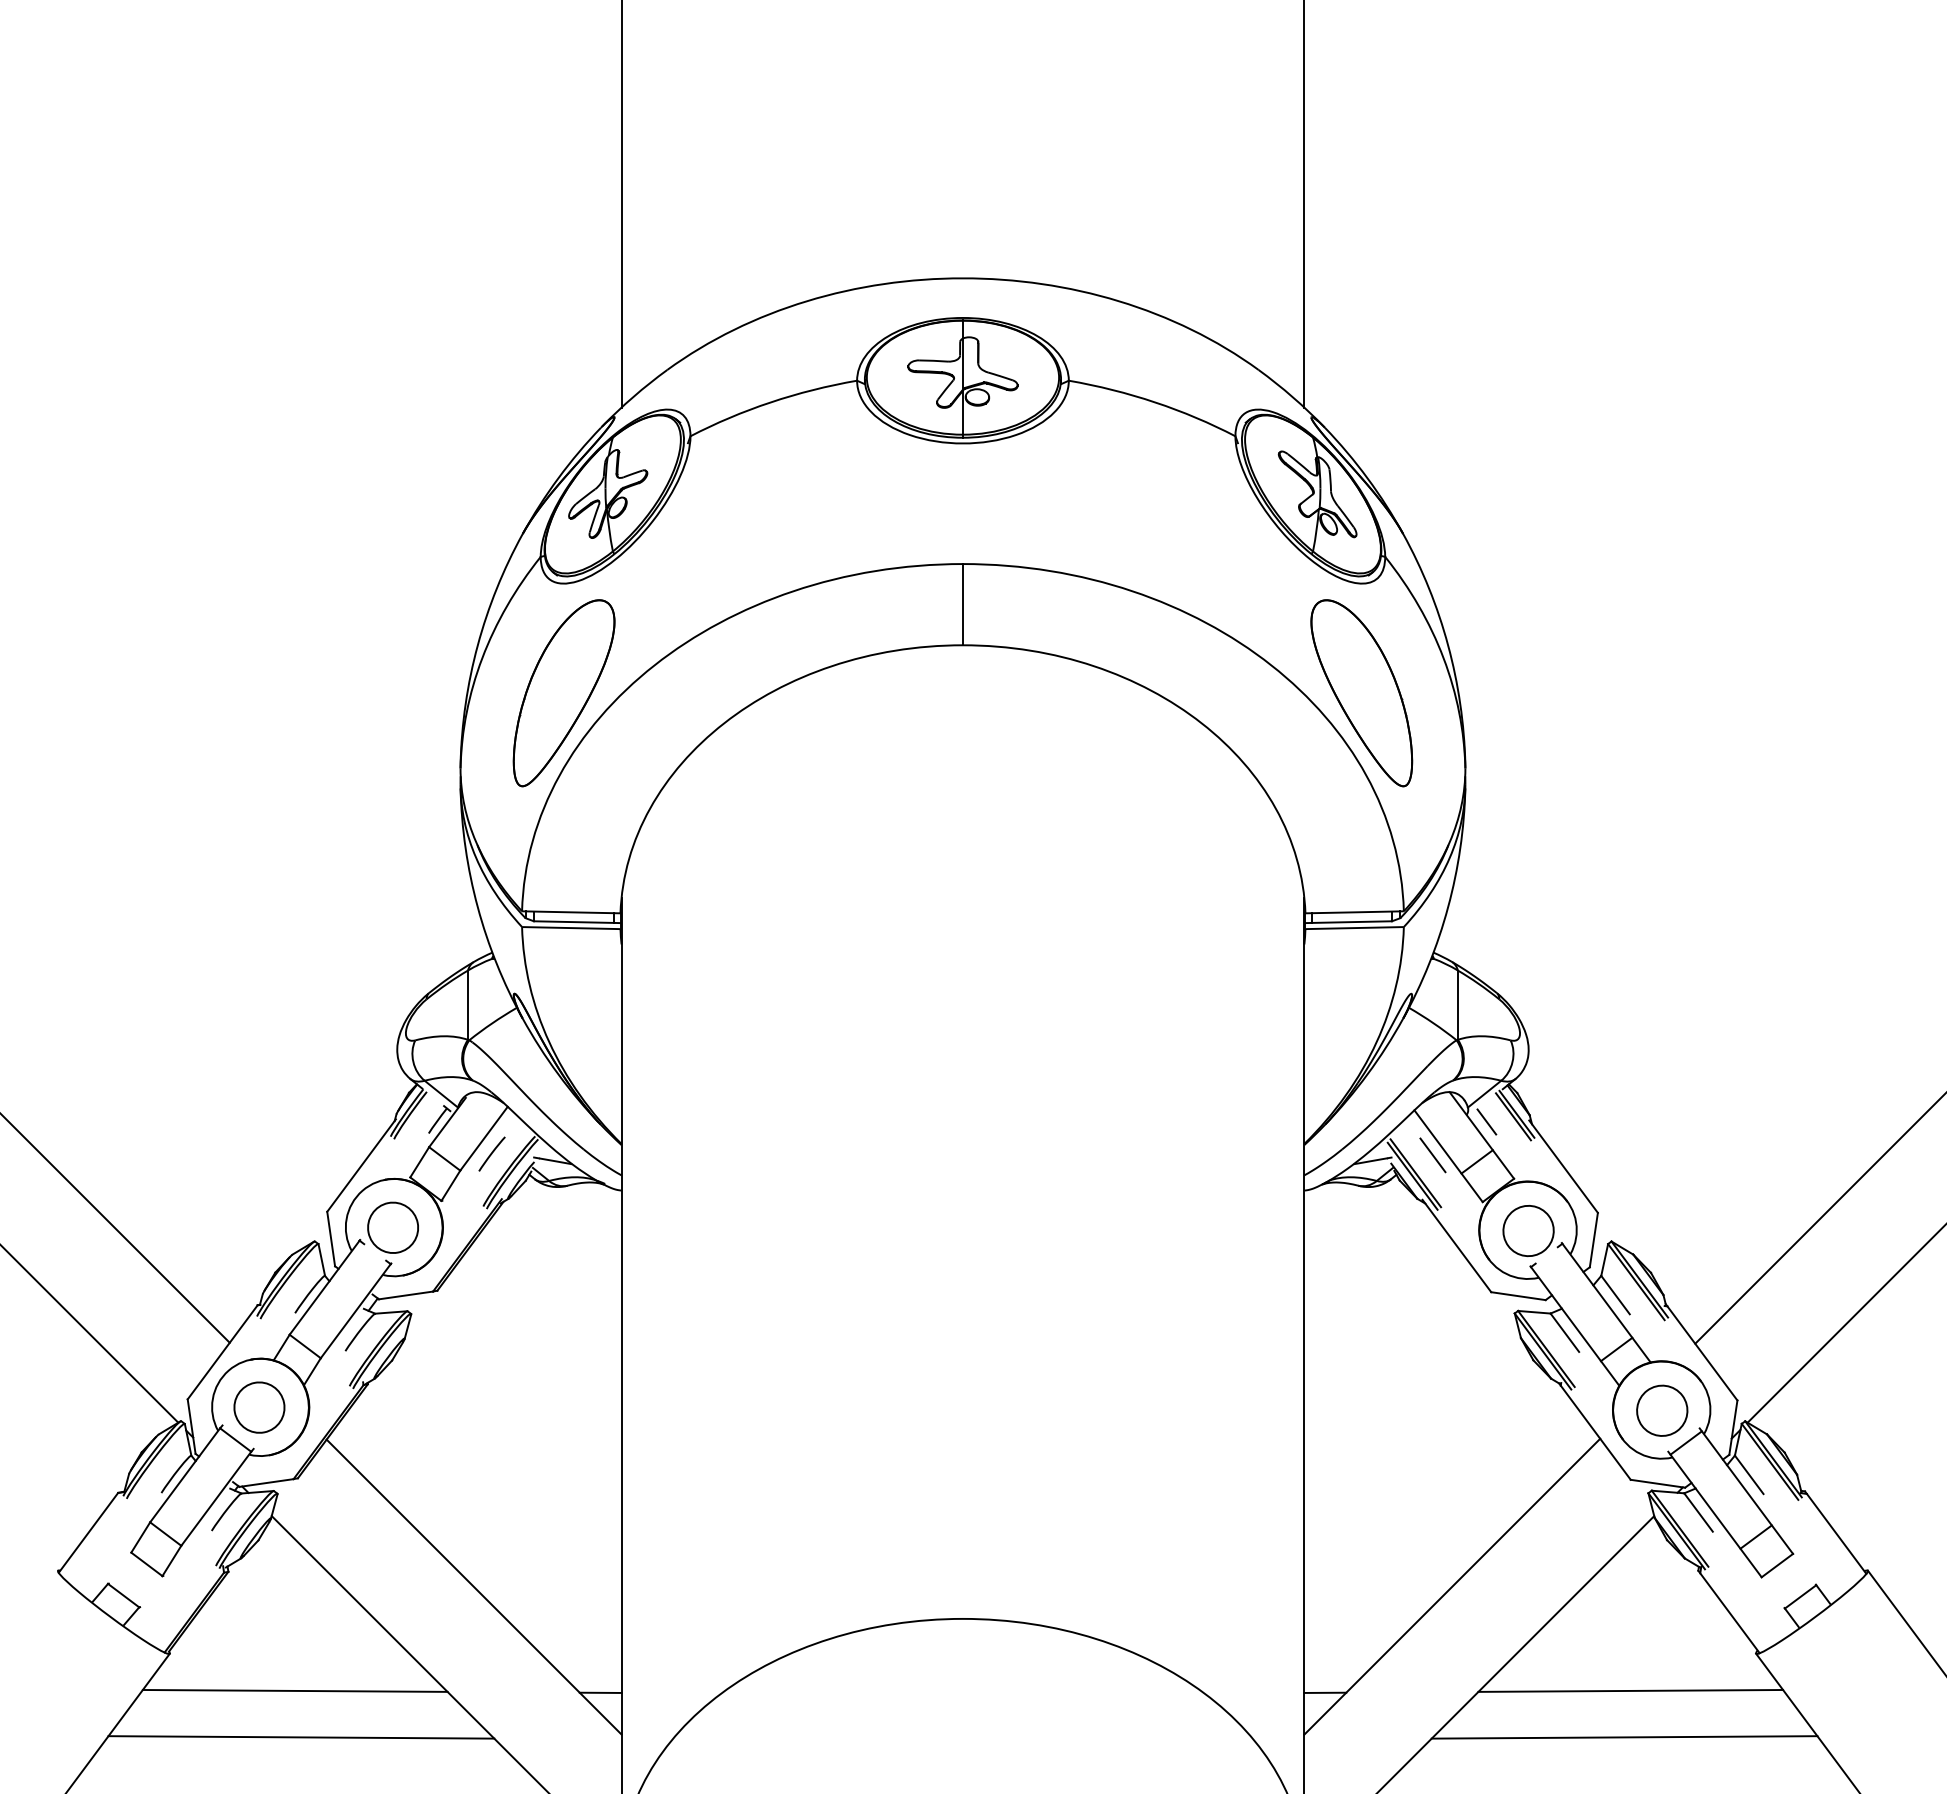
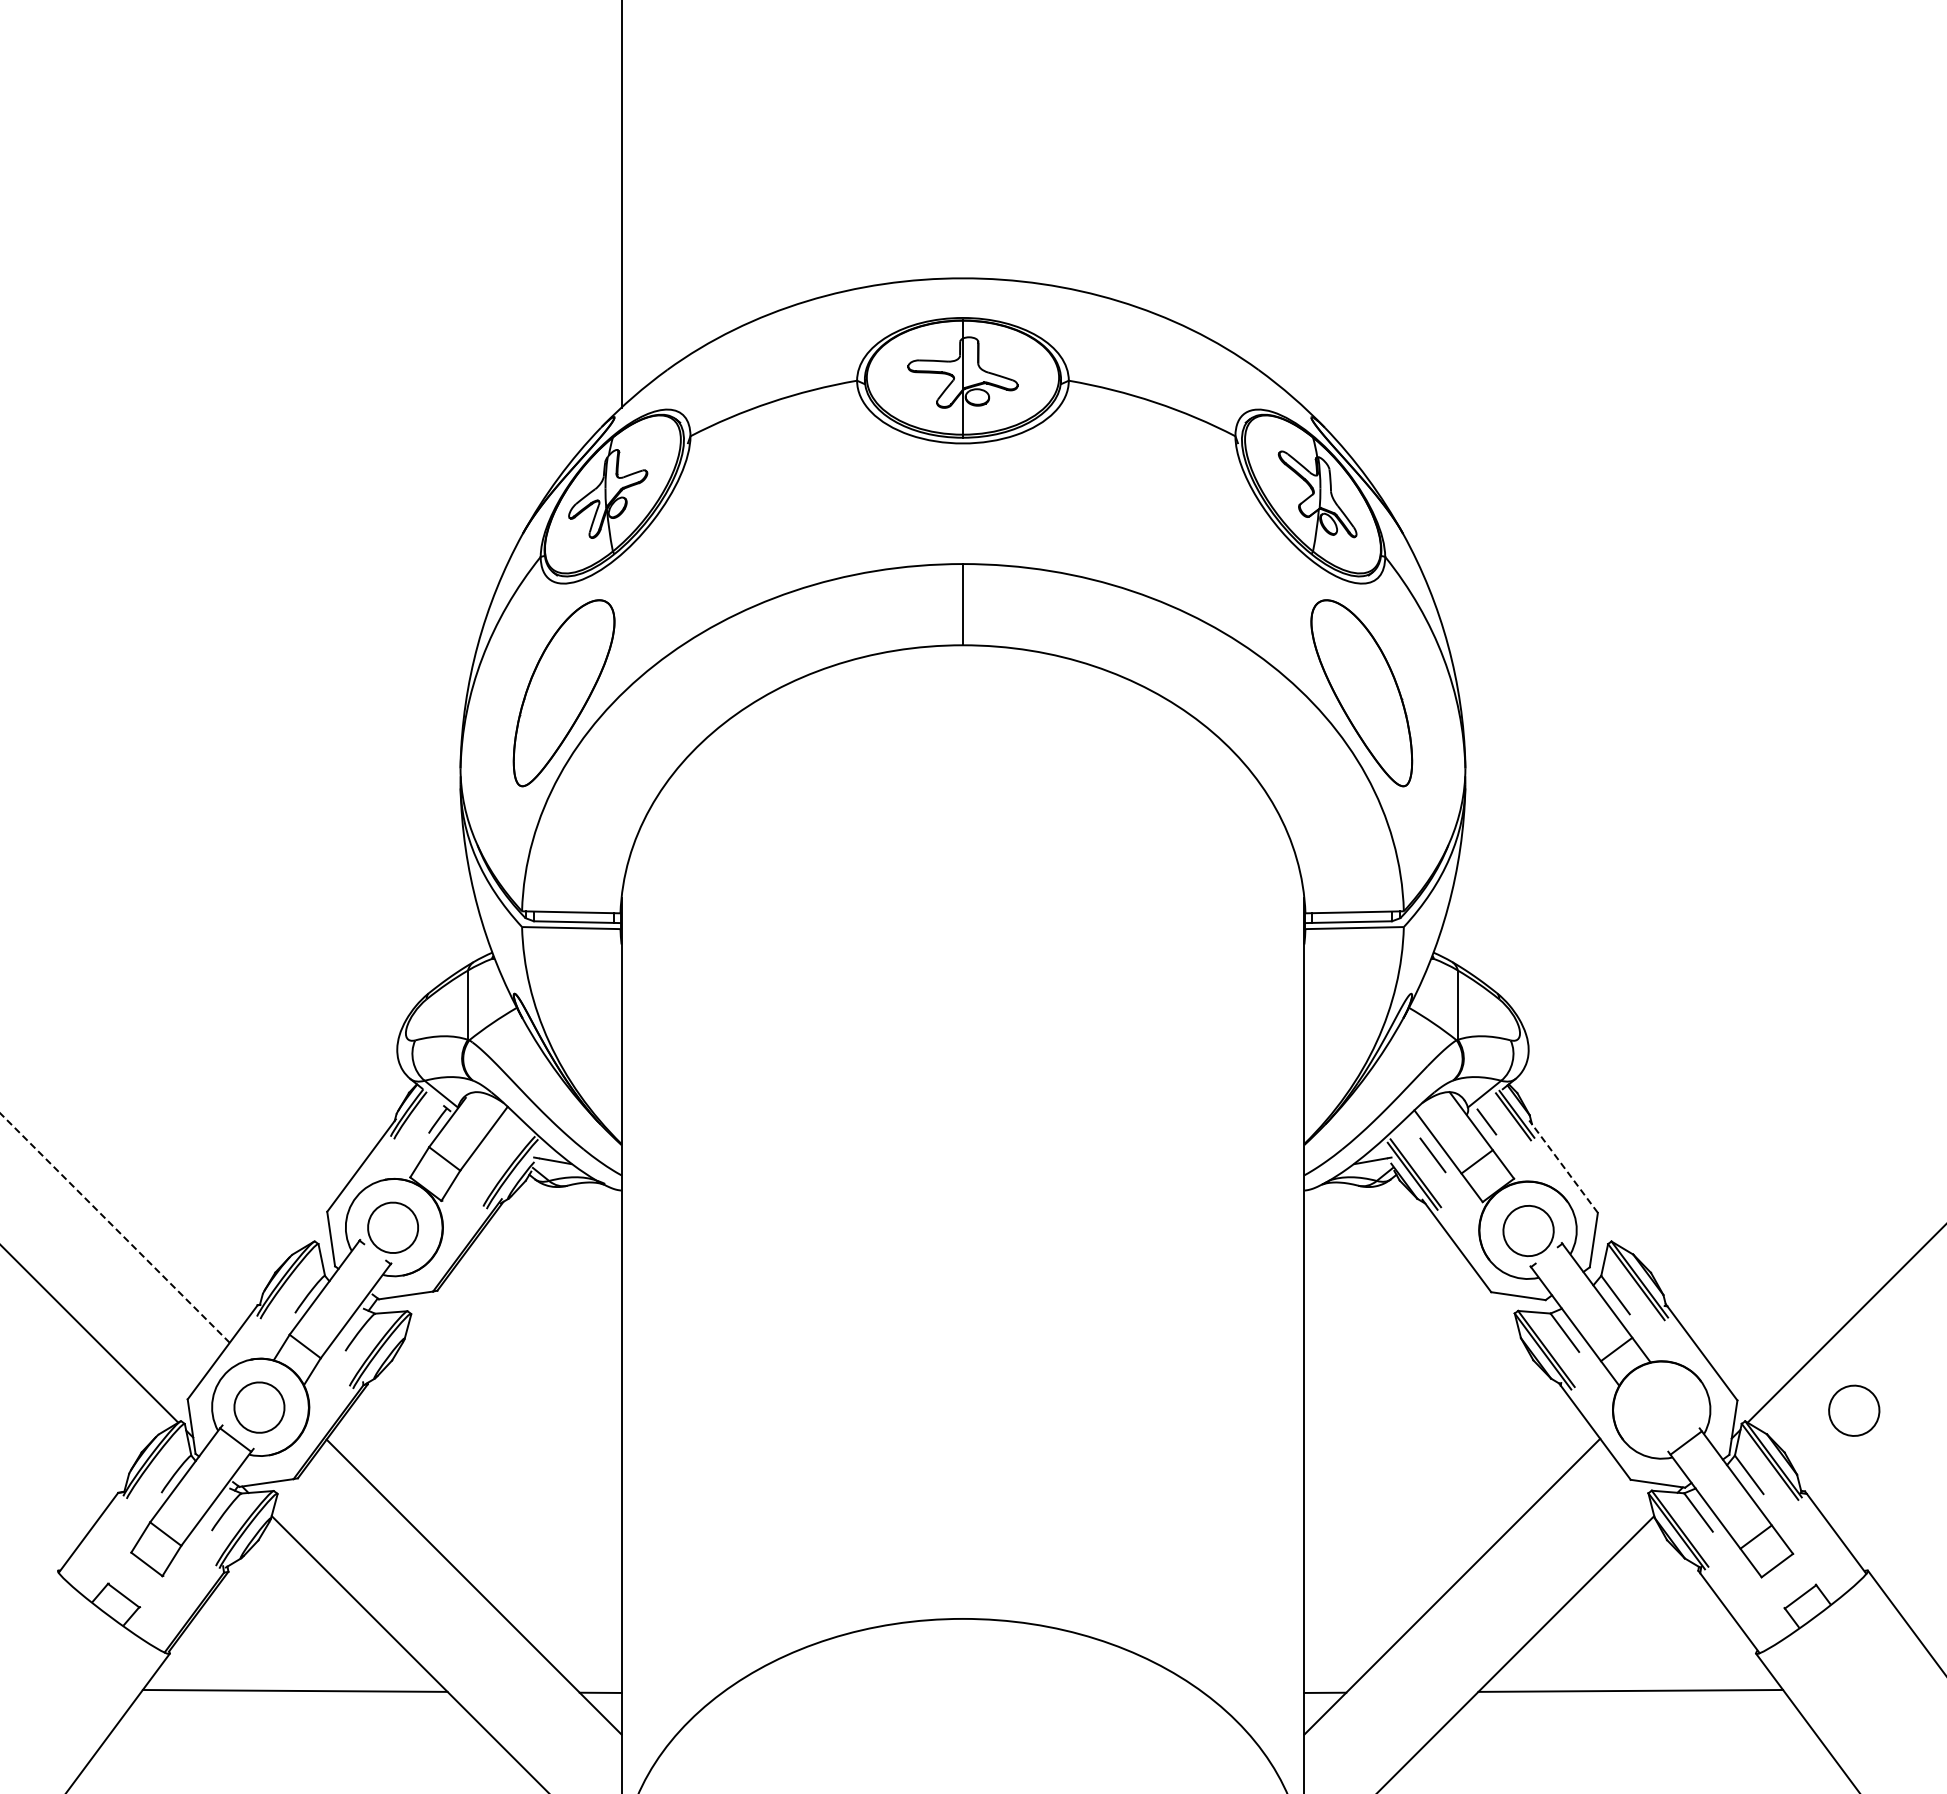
line at (1304, 204): present -> none
line at (491, 1153): present -> none
line at (1563, 1166): solid -> dashed
line at (1819, 1219): present -> none
line at (114, 1227): solid -> dashed
part at (1662, 1410) position: (1662, 1410) -> (1854, 1410)
line at (301, 1737): present -> none
line at (1624, 1737): present -> none
